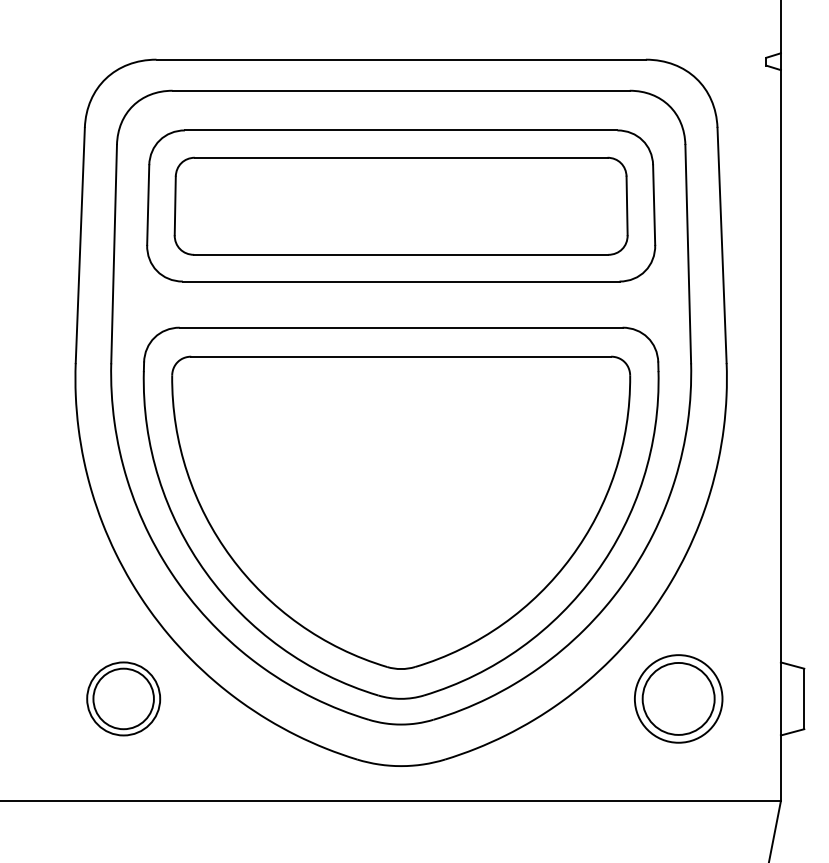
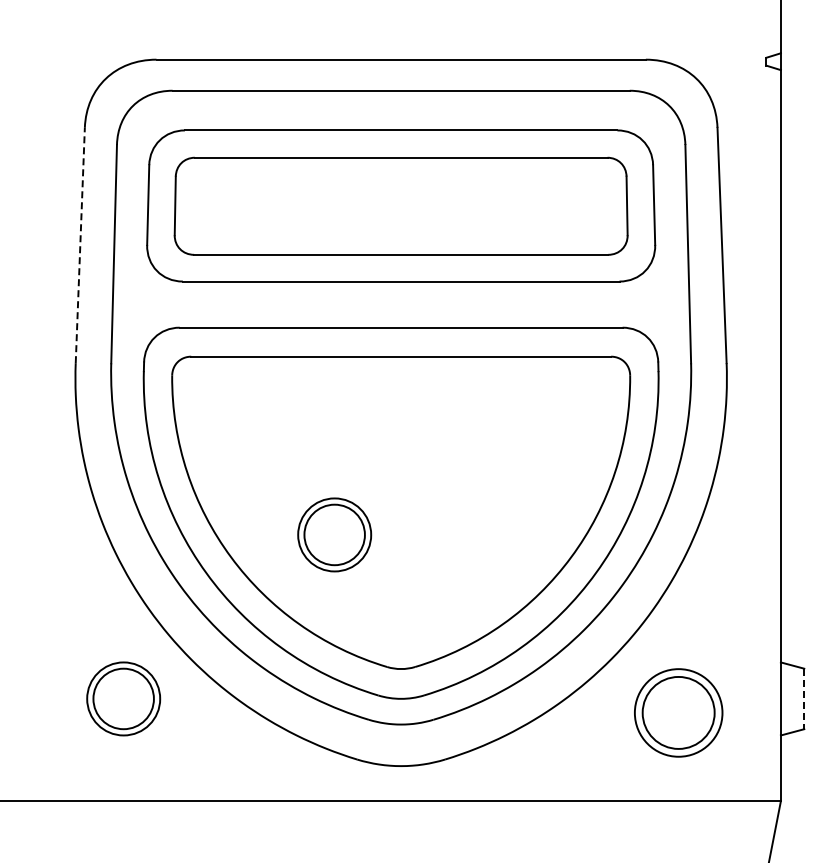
line at (80, 245): solid -> dashed
part at (334, 534): none -> present
part at (678, 698) position: (678, 698) -> (678, 712)
line at (804, 699): solid -> dashed
